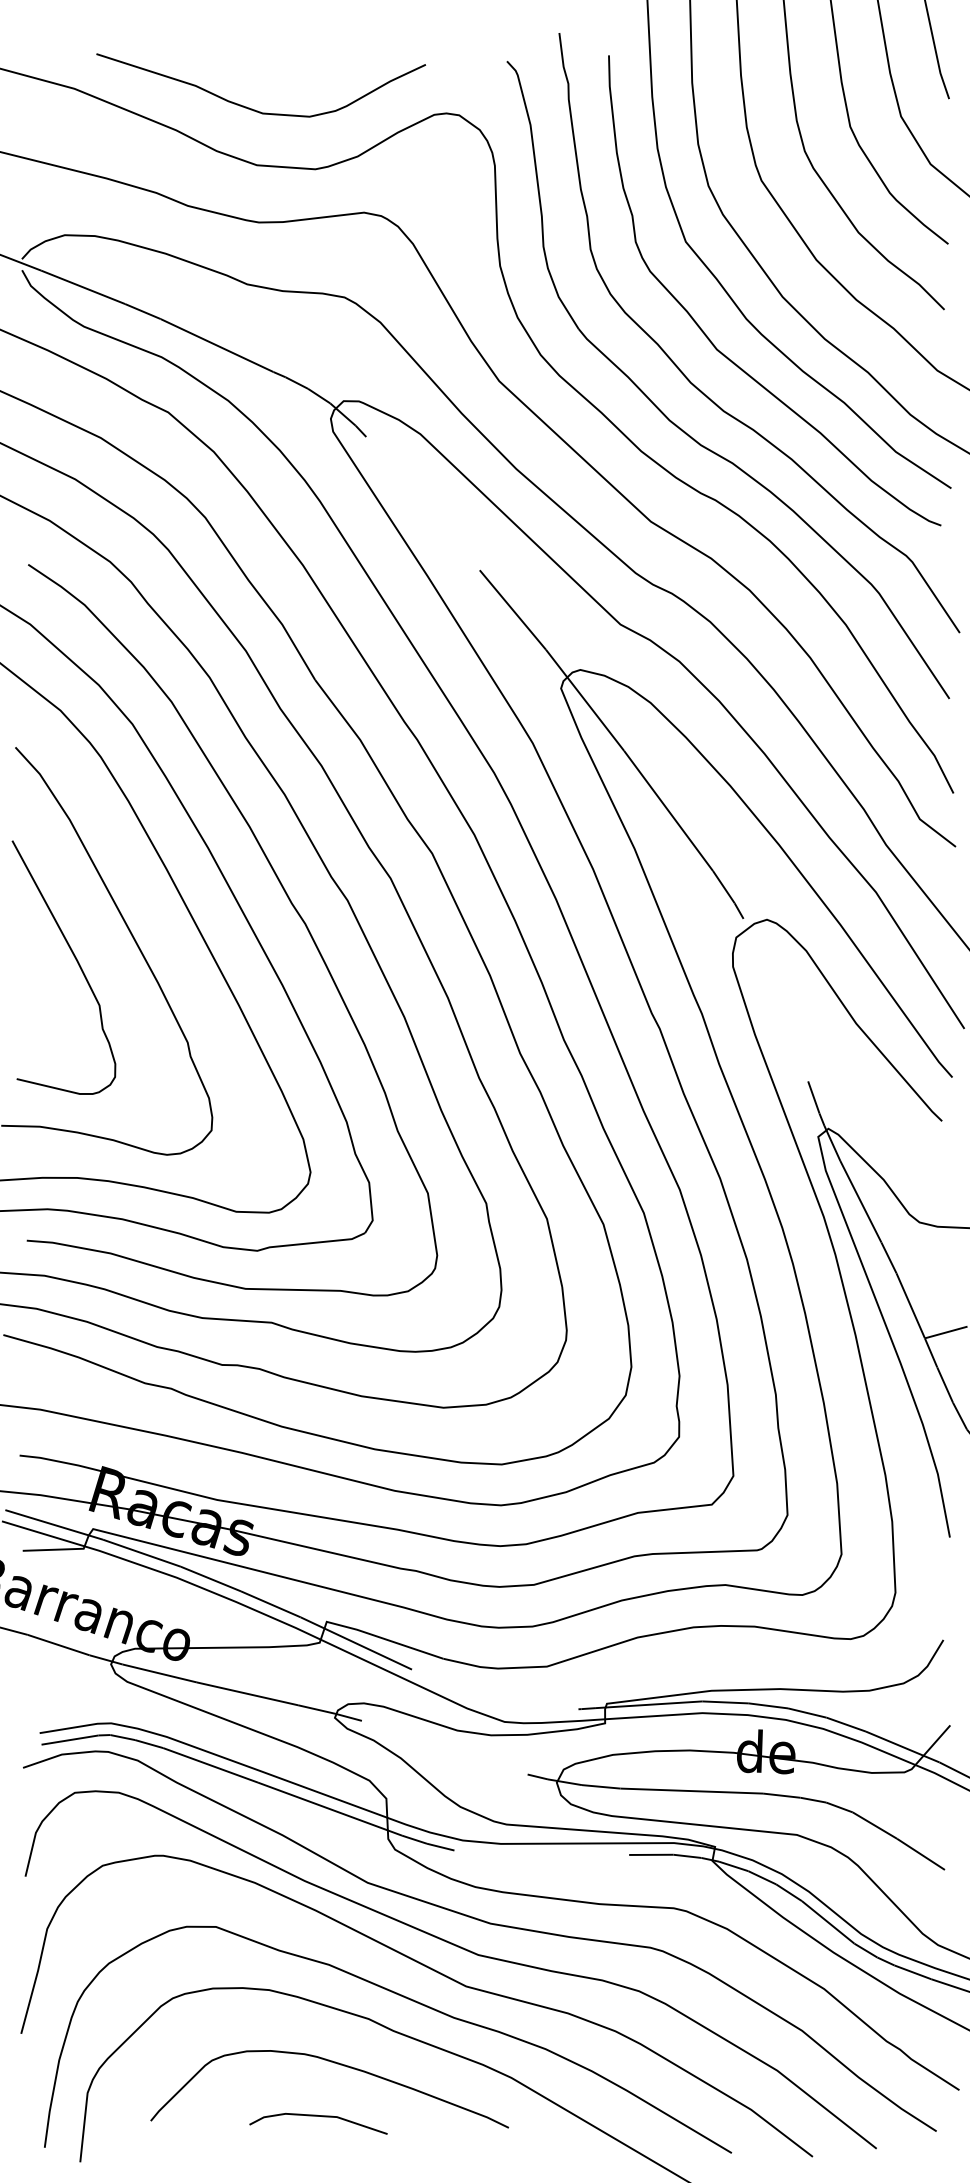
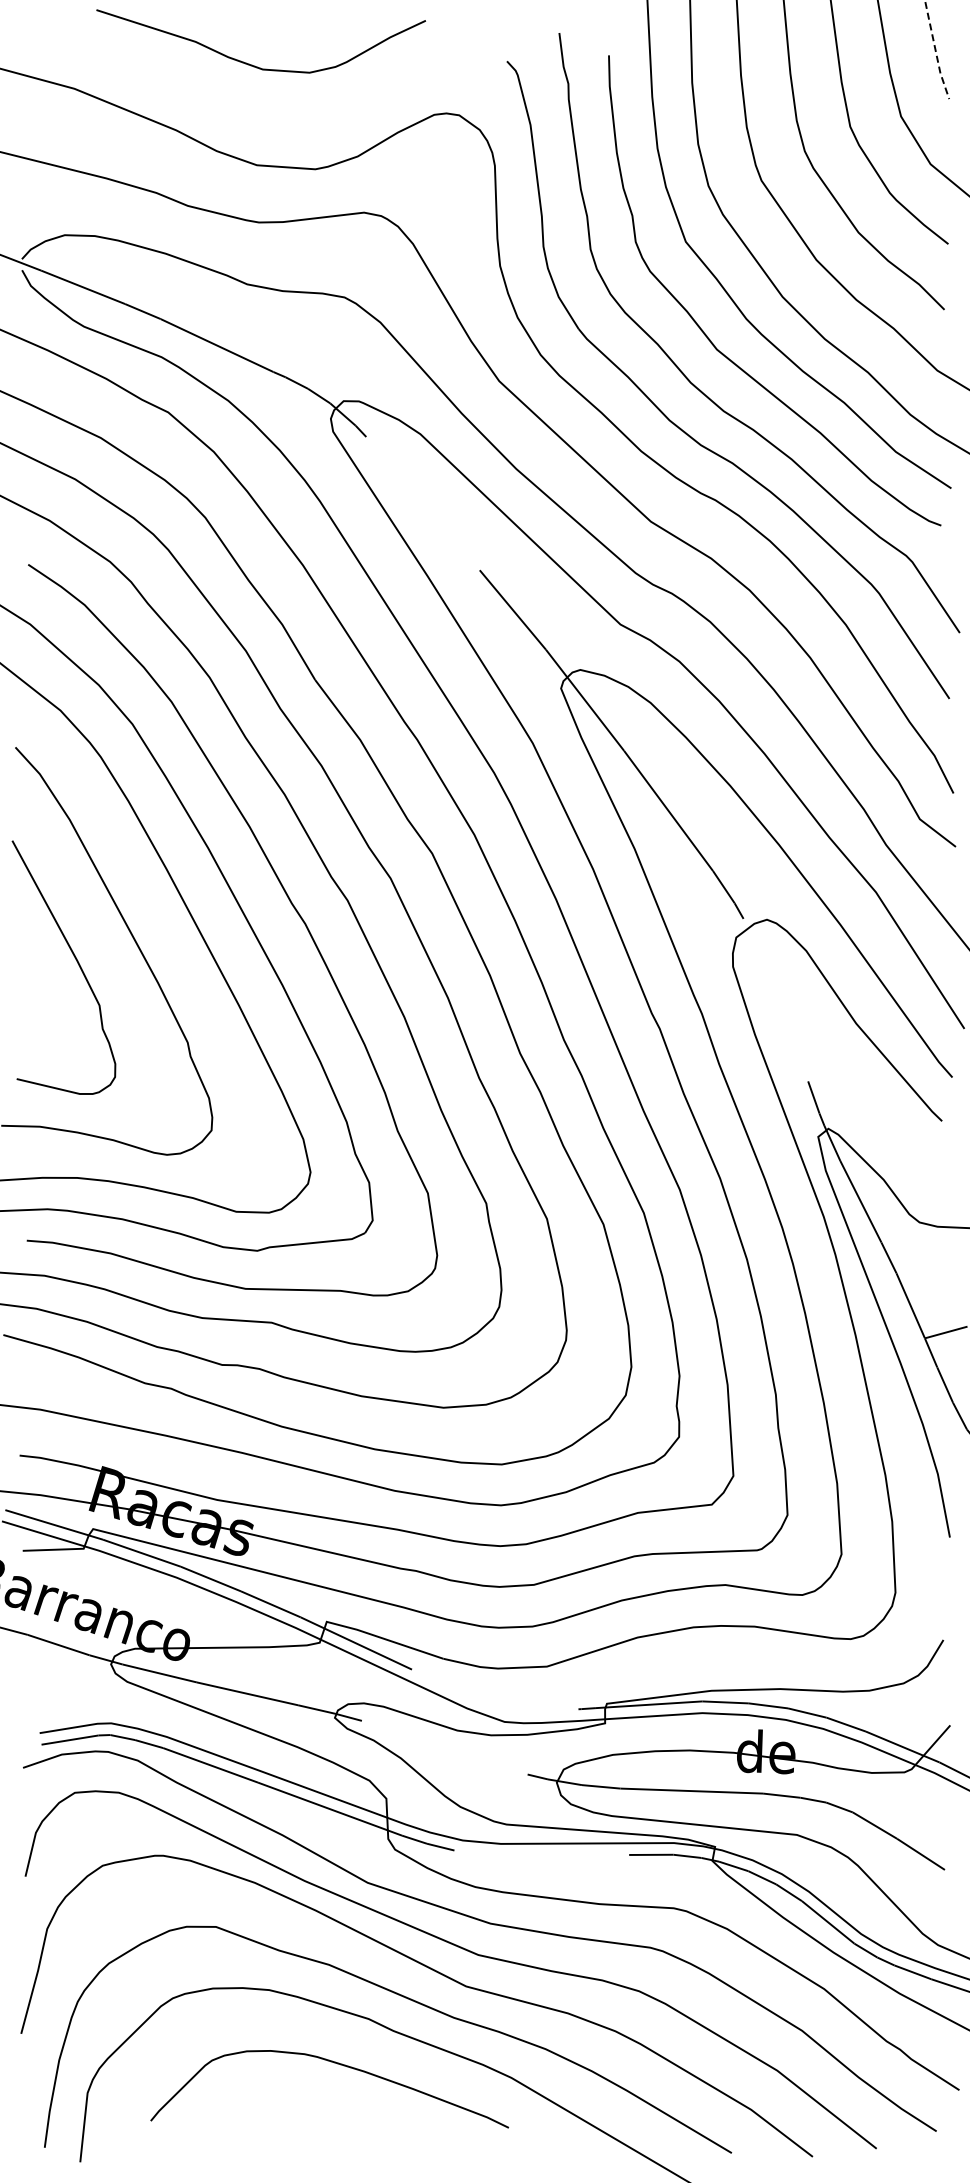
line at (935, 51): solid -> dashed
curve at (252, 108) position: (252, 108) -> (252, 64)
line at (318, 2116): present -> none
